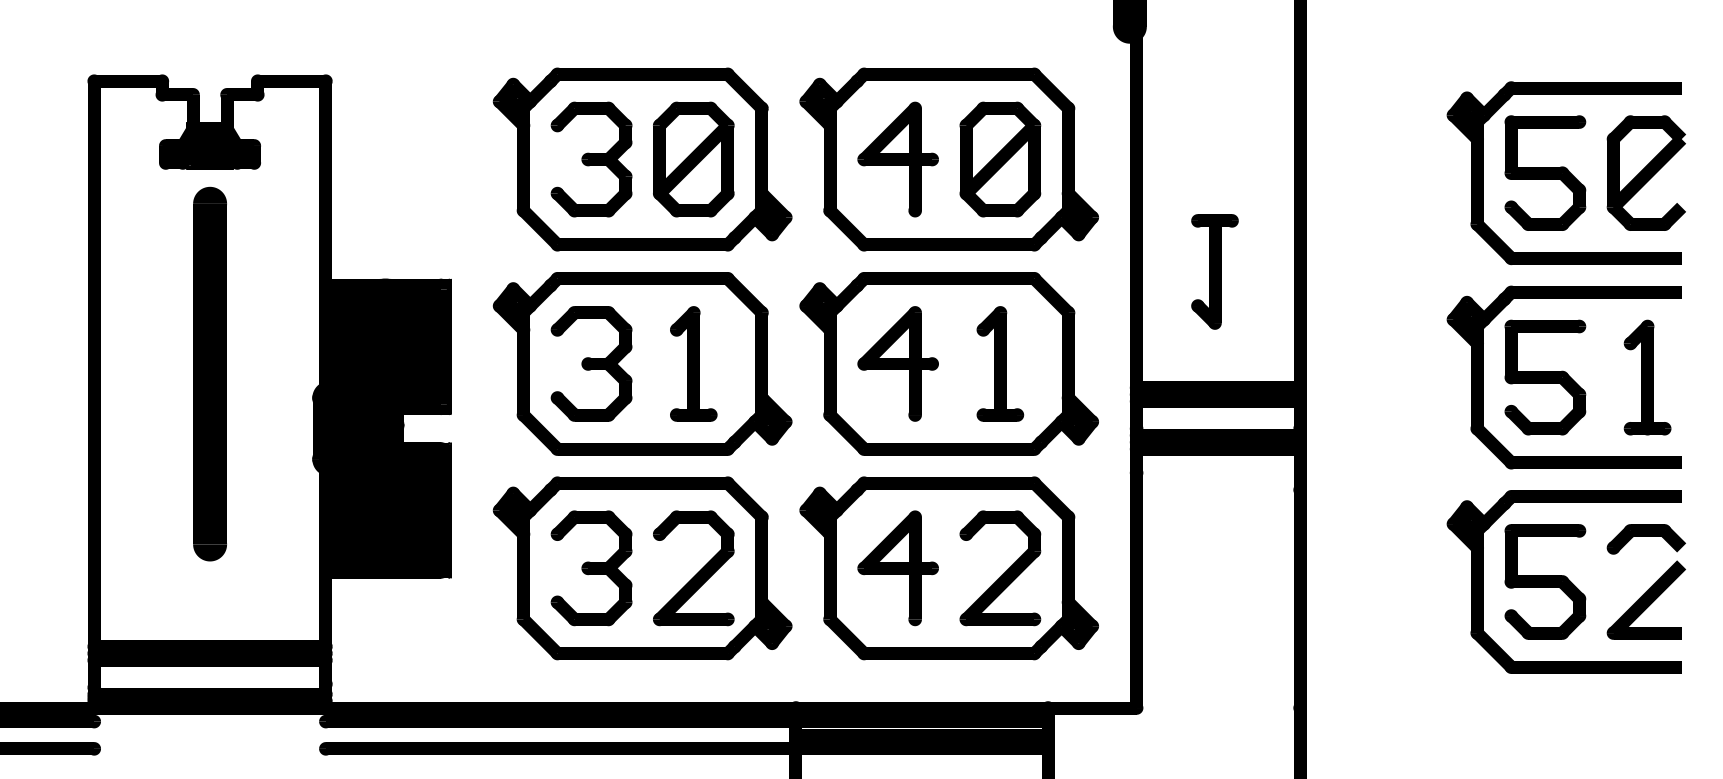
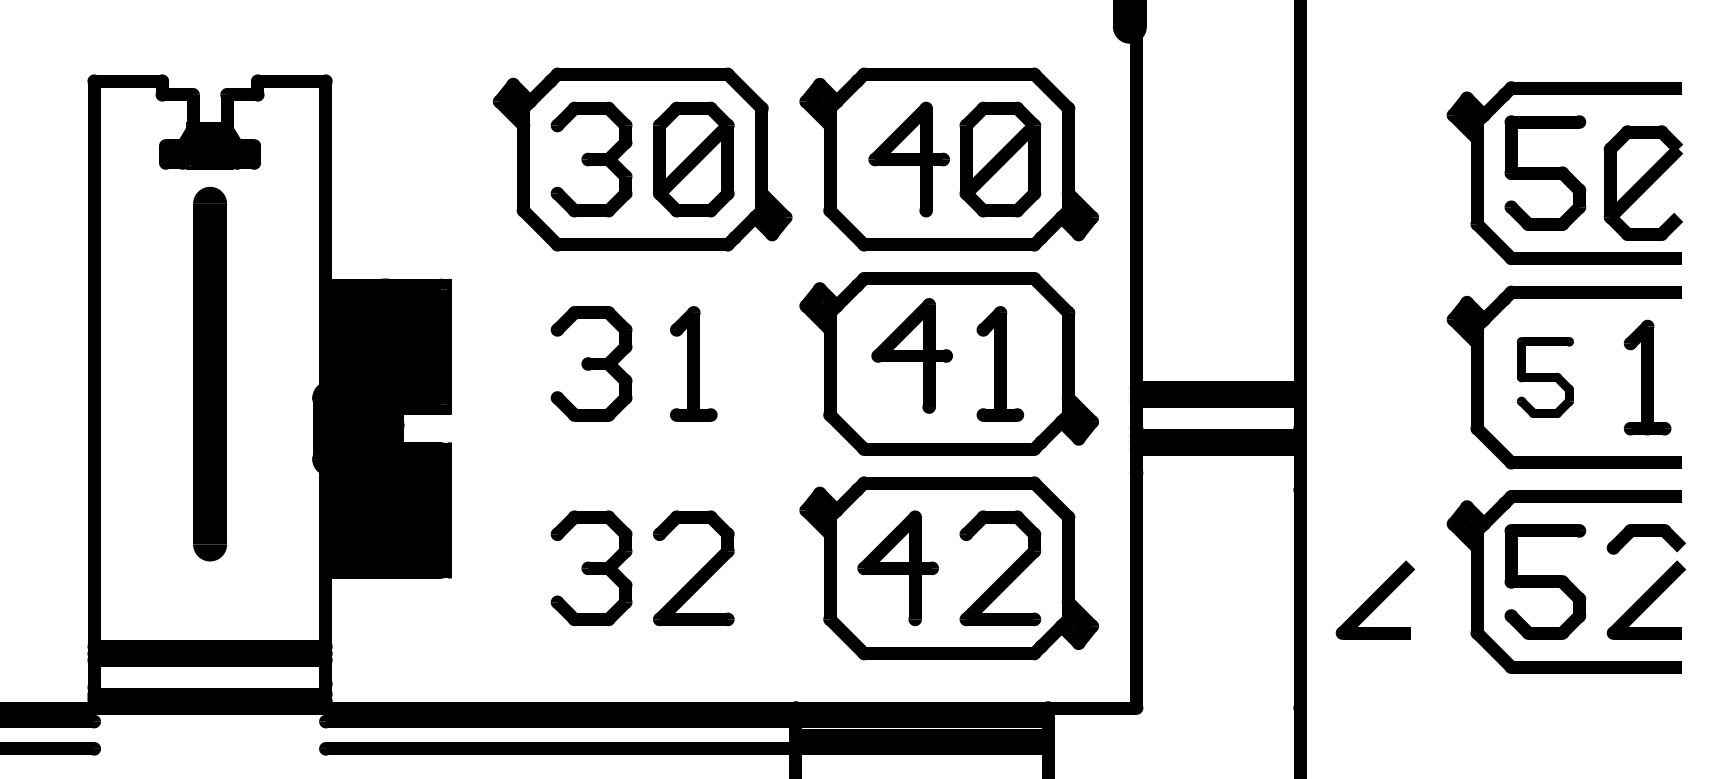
part at (897, 159) position: (897, 159) -> (908, 159)
part at (1645, 172) position: (1645, 172) -> (1642, 182)
part at (1214, 271): present -> none
part at (642, 363): present -> none
part at (897, 363) position: (897, 363) -> (911, 355)
part at (1545, 377) size: 83x117 px -> 58x81 px
part at (642, 568): present -> none
part at (1374, 599): none -> present
